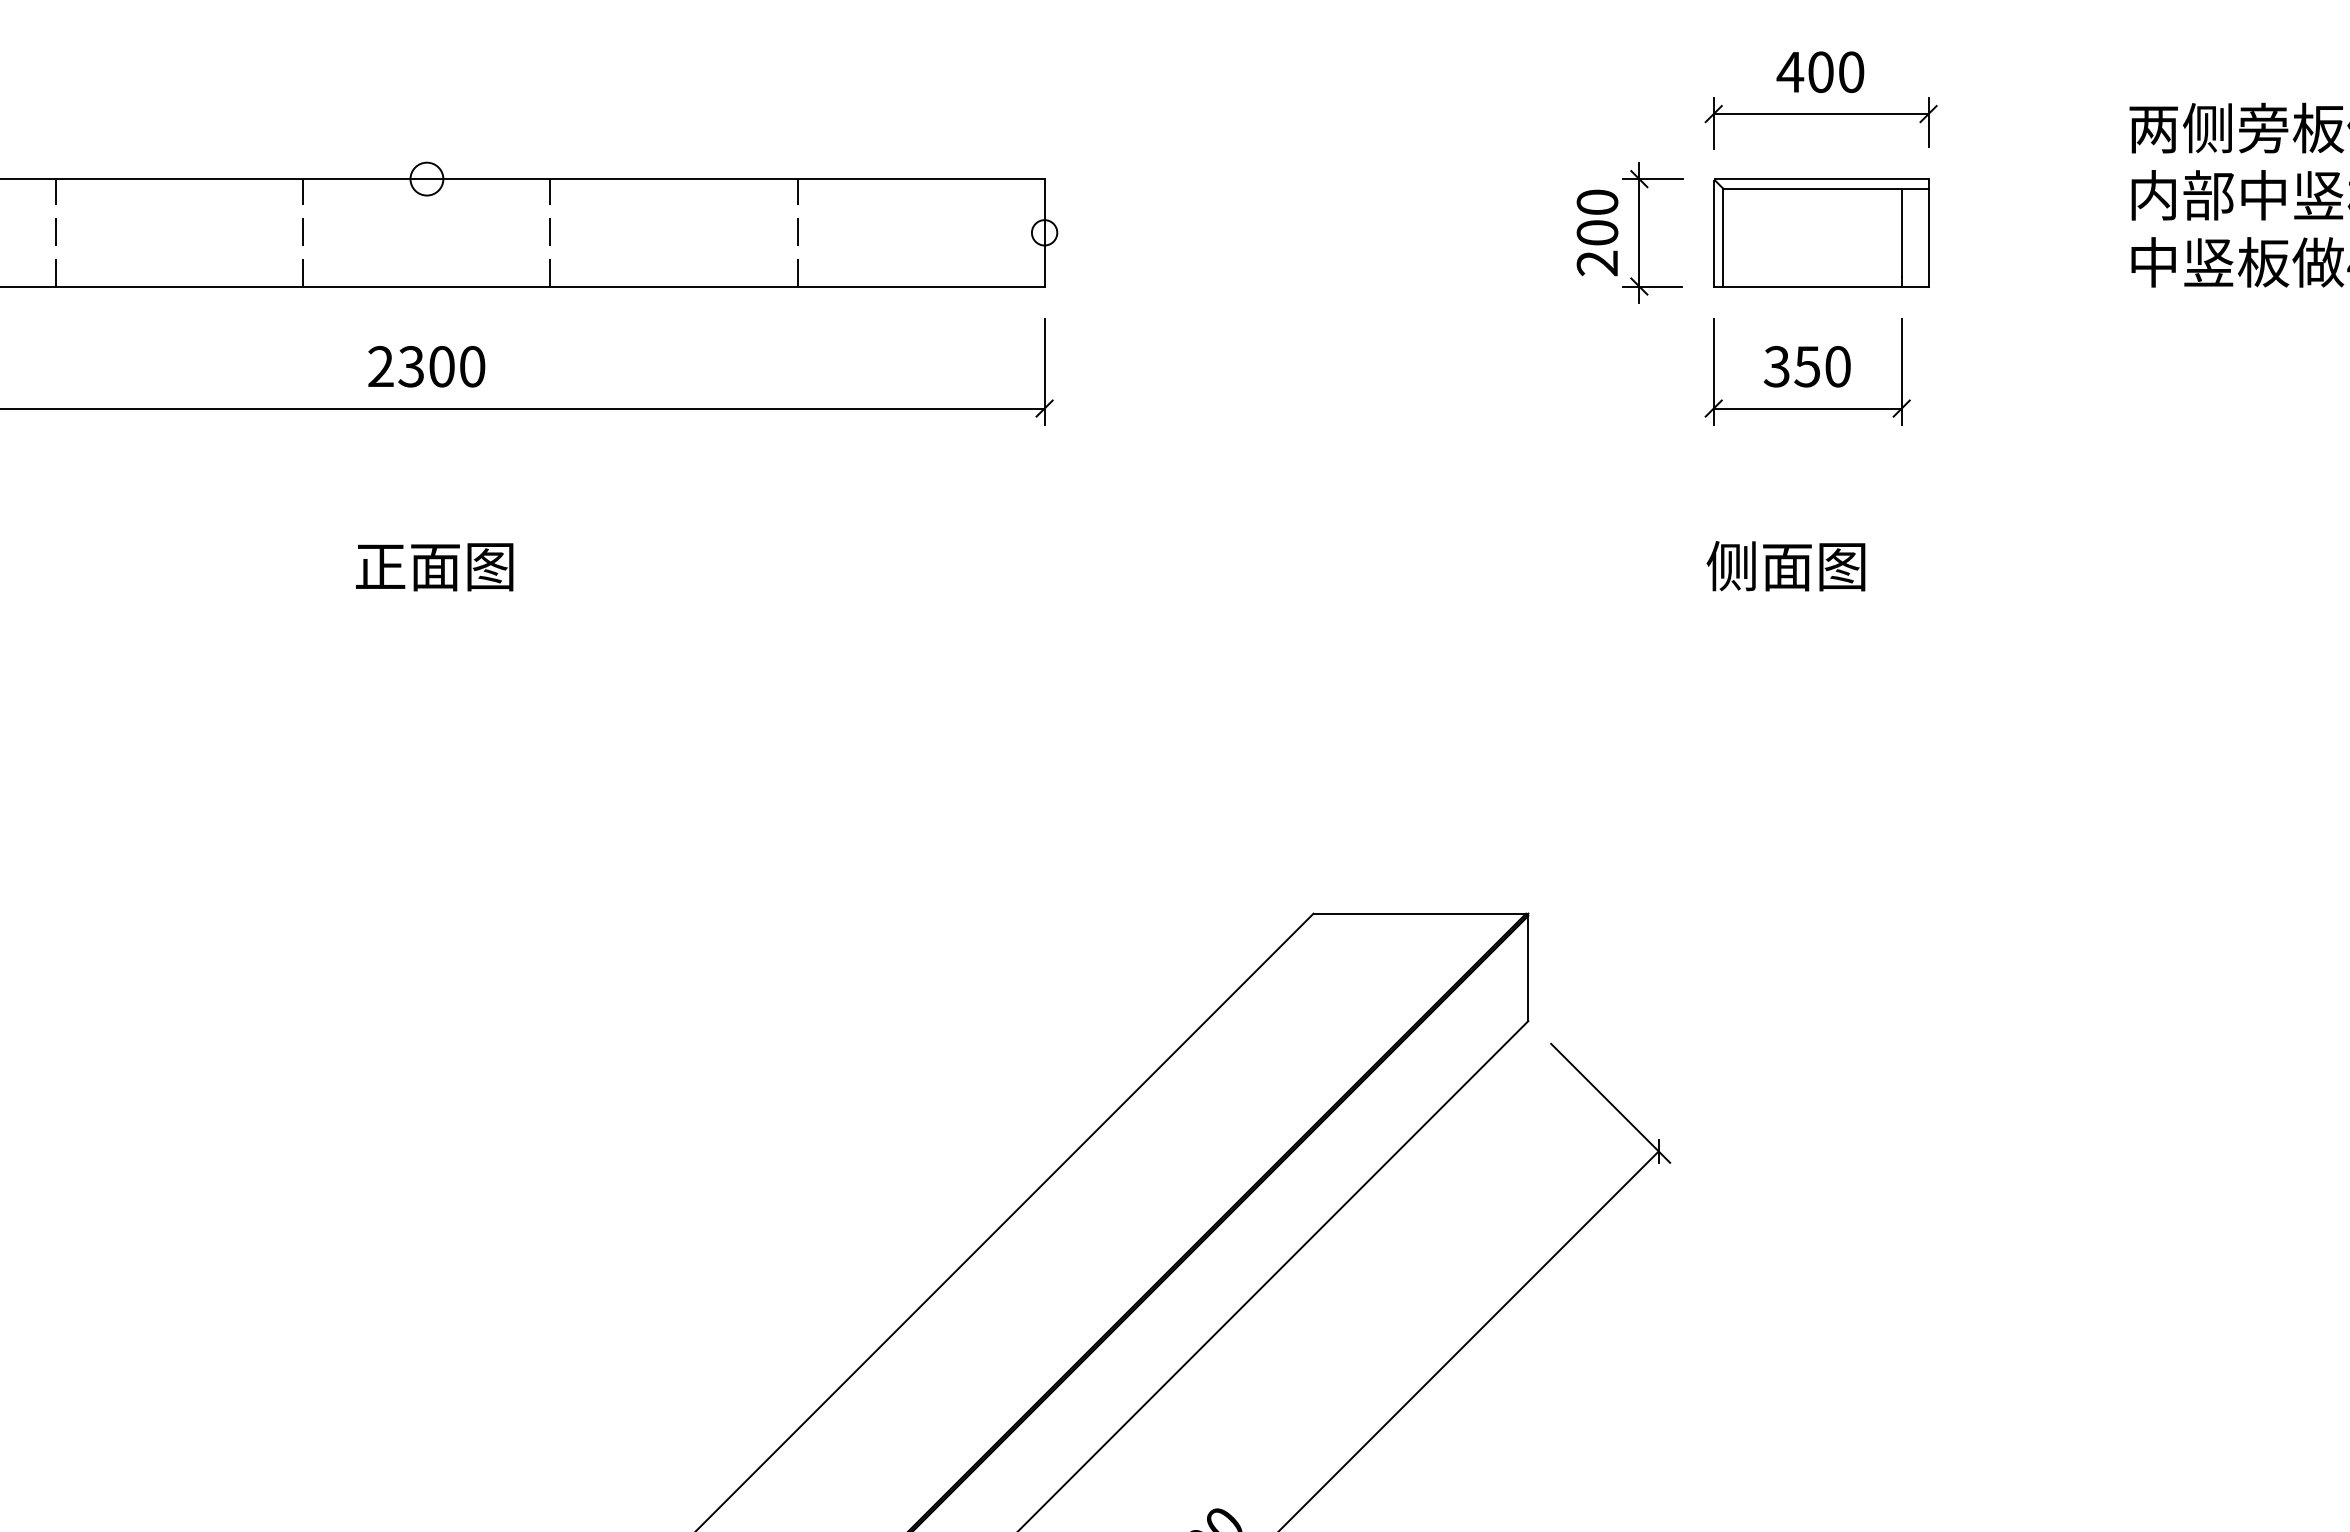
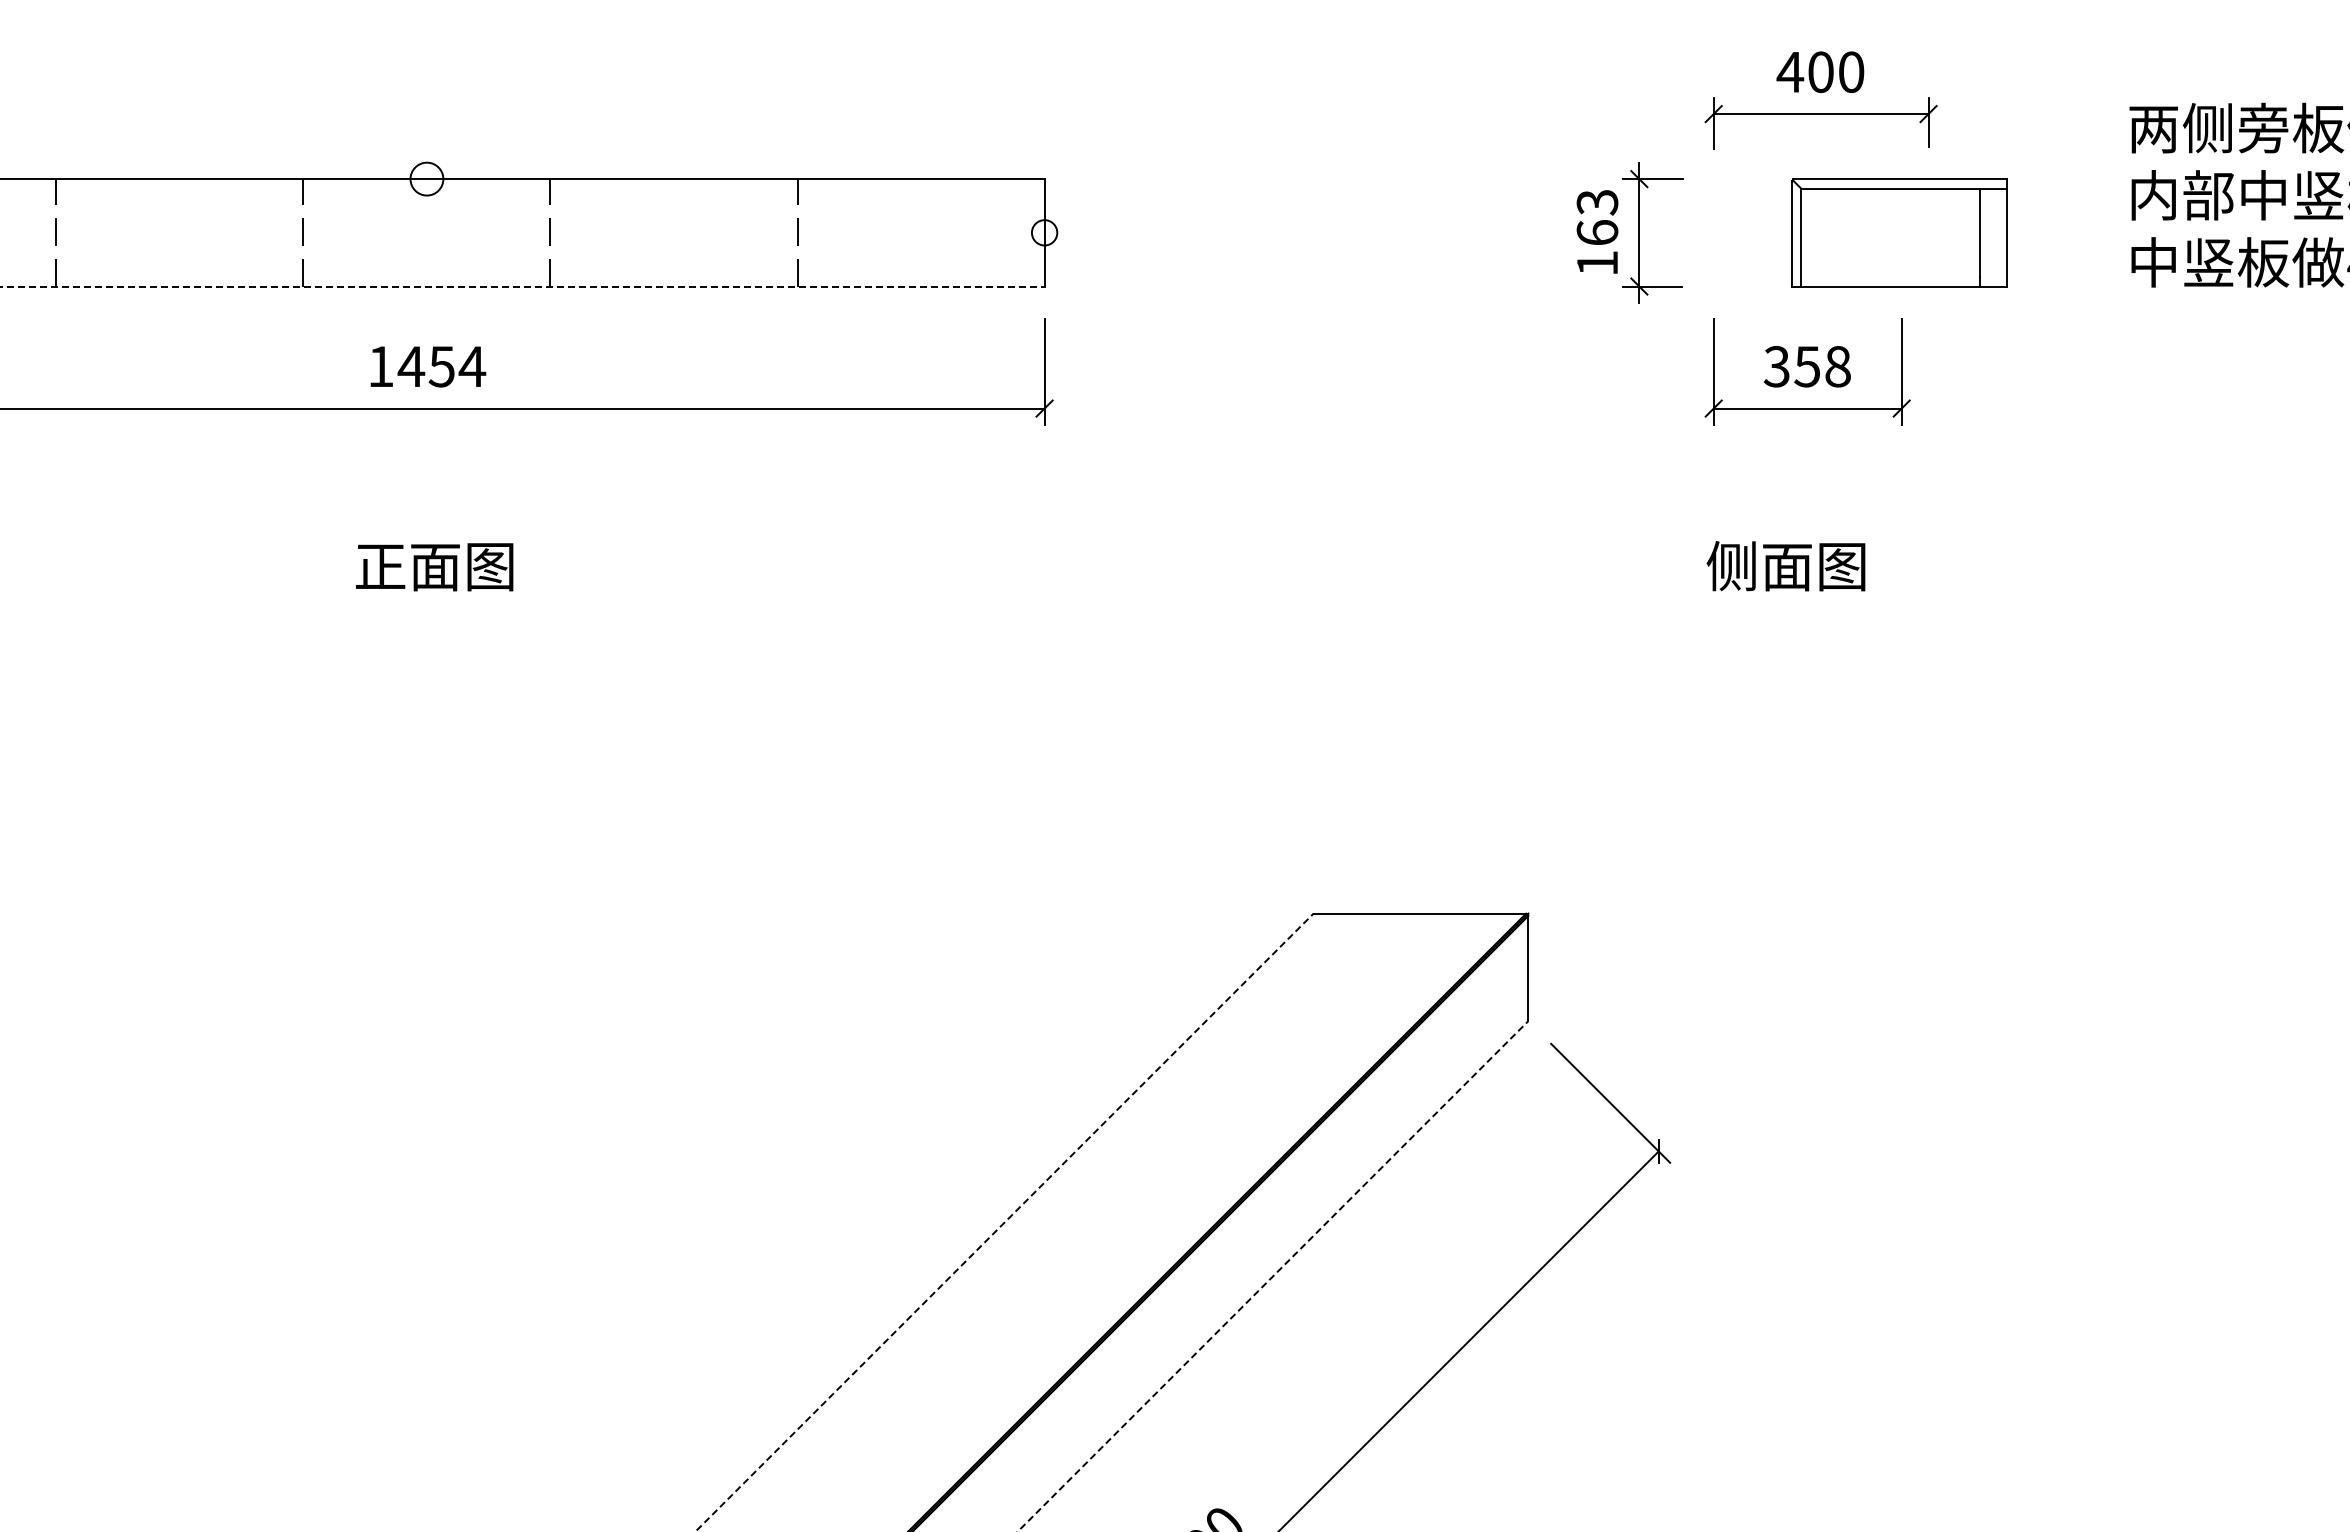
text at (1597, 232): 200 -> 163
part at (1821, 232) position: (1821, 232) -> (1899, 232)
line at (522, 286): solid -> dashed
text at (427, 366): 2300 -> 1454
text at (1837, 366): 350 -> 358
line at (1004, 1222): solid -> dashed
line at (1273, 1276): solid -> dashed
